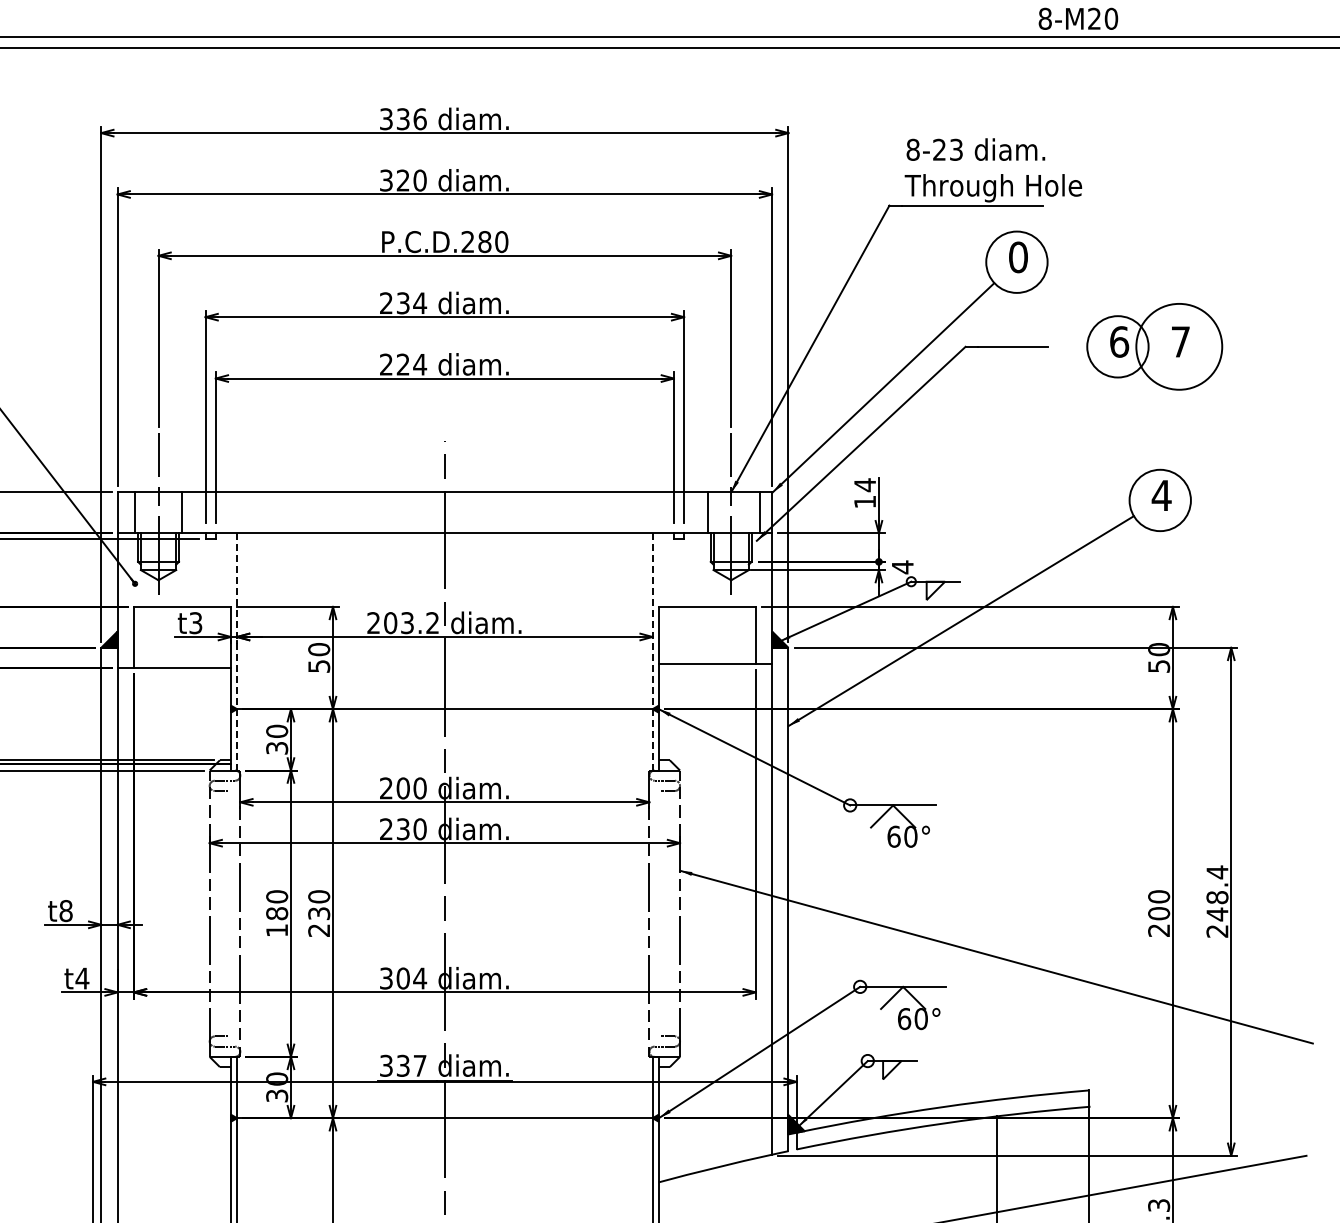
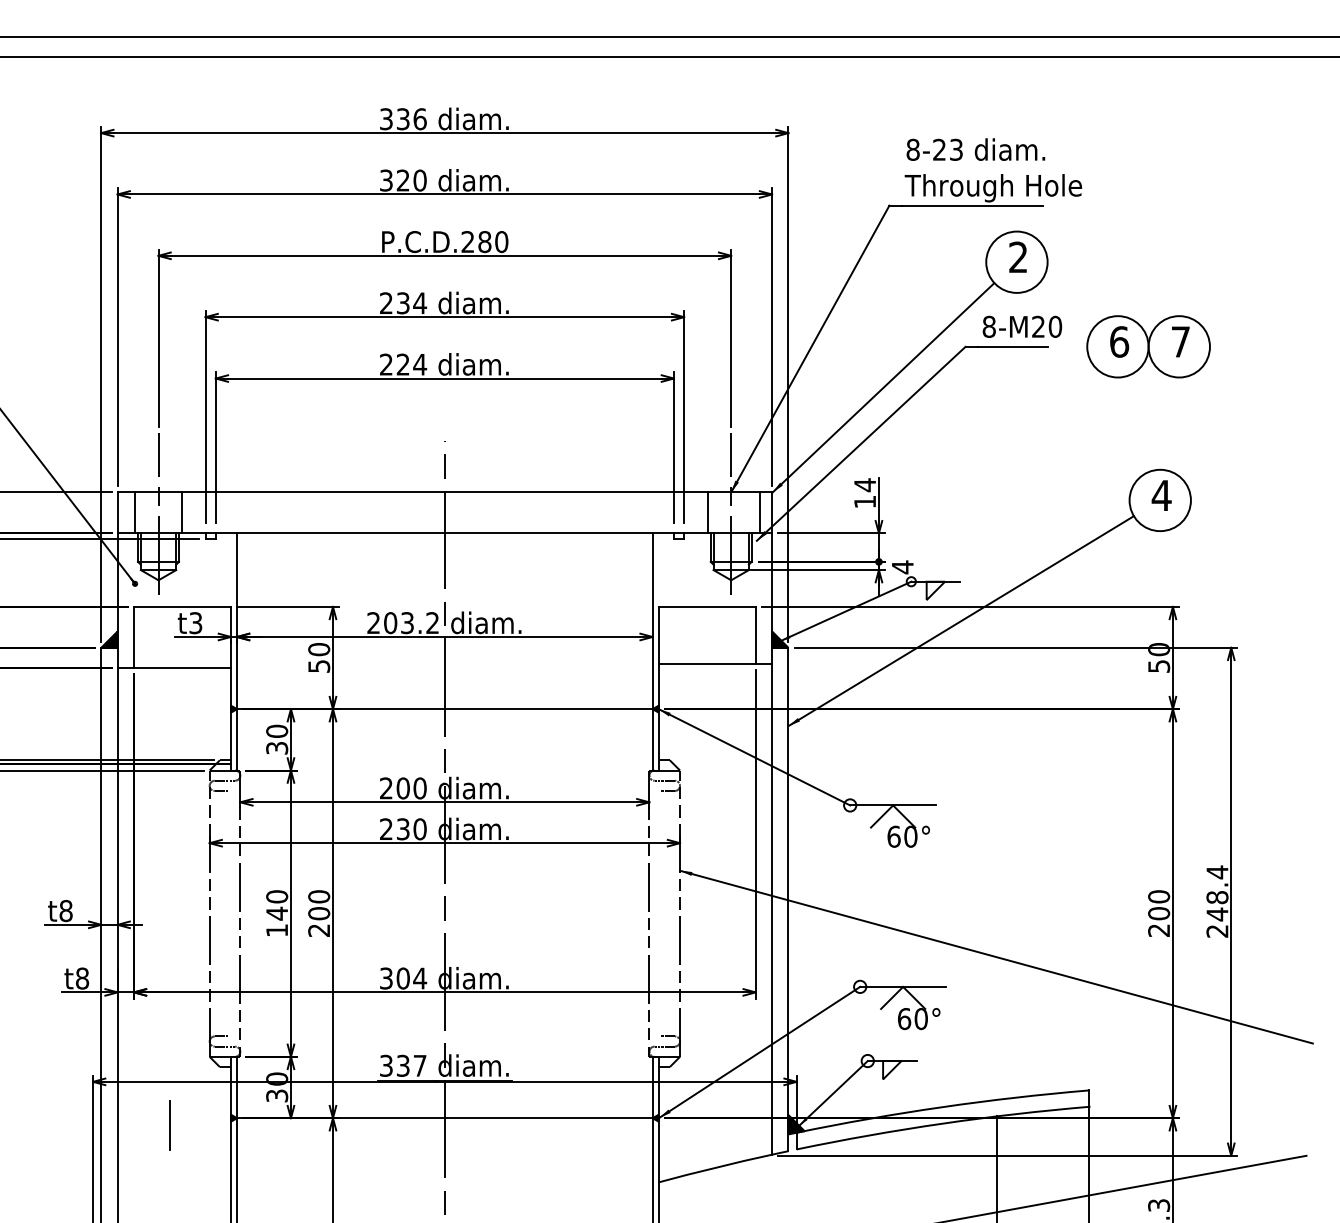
text at (1078, 18) position: (1078, 18) -> (1022, 326)
line at (669, 48) position: (669, 48) -> (669, 57)
text at (1018, 257): 0 -> 2
circle at (1179, 346) diameter: 86 px -> 61 px
line at (237, 651): dashed -> solid
line at (652, 651): dashed -> solid
text at (277, 913): 180 -> 140
text at (319, 913): 230 -> 200
text at (82, 978): t4 -> t8
line at (169, 1125): none -> present
